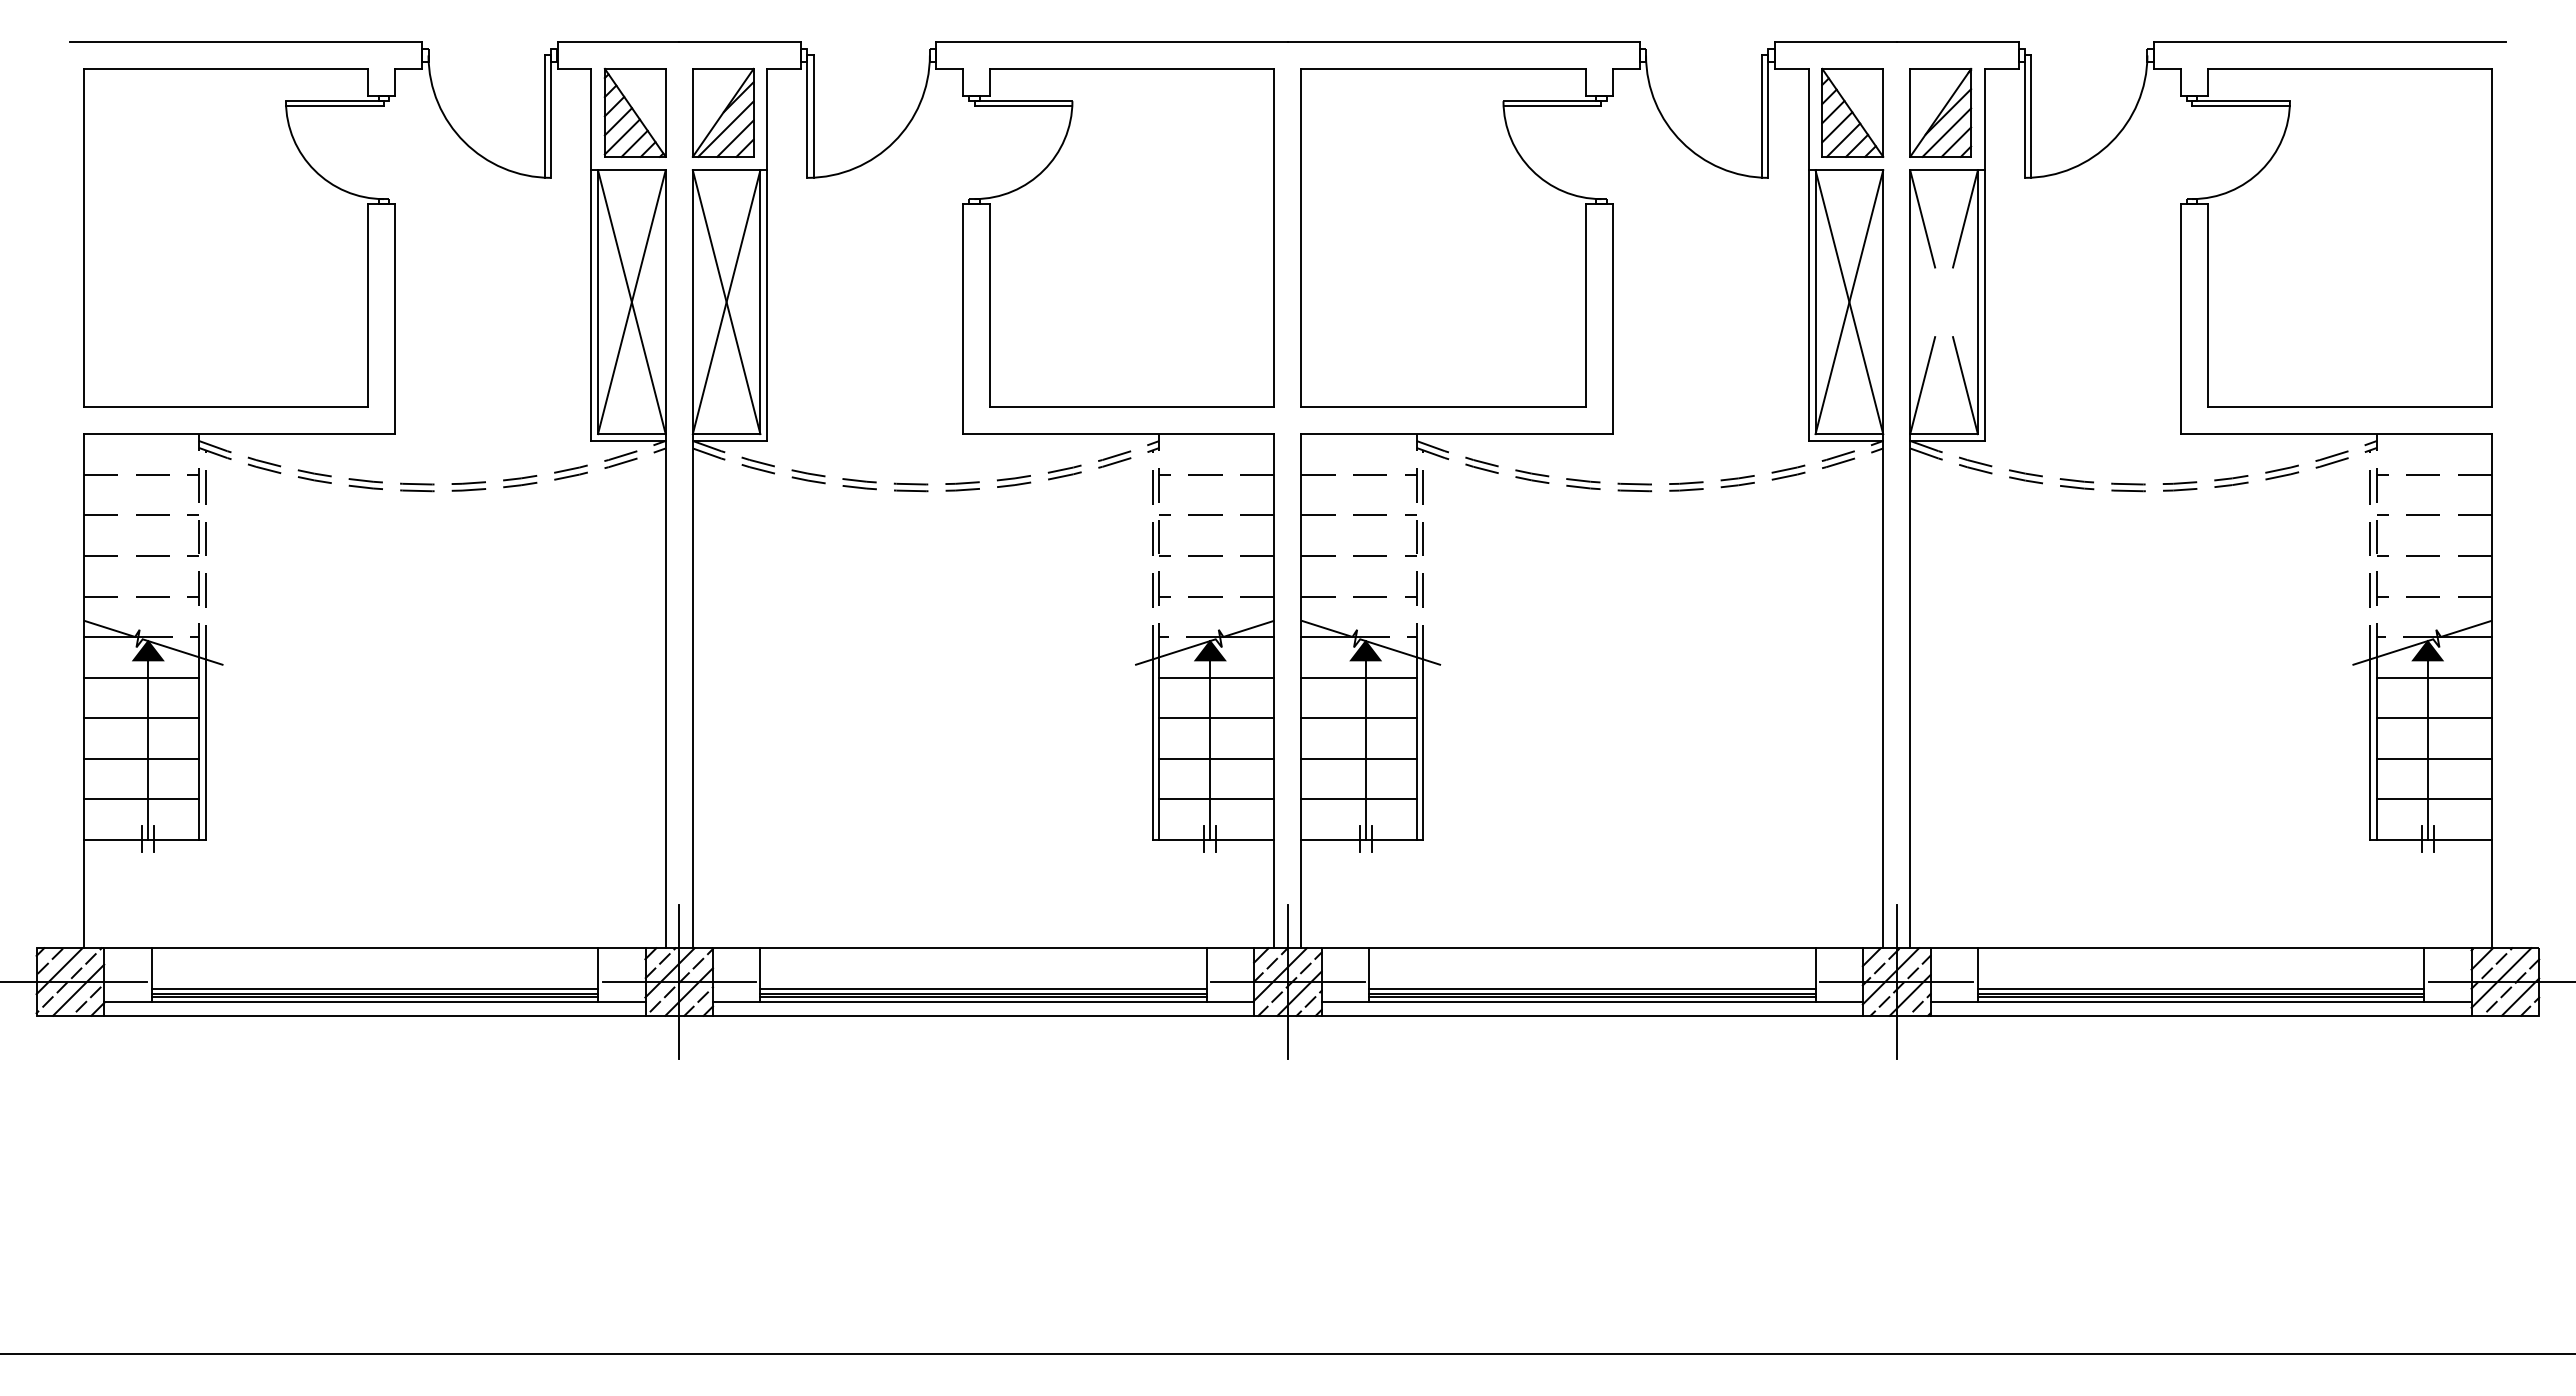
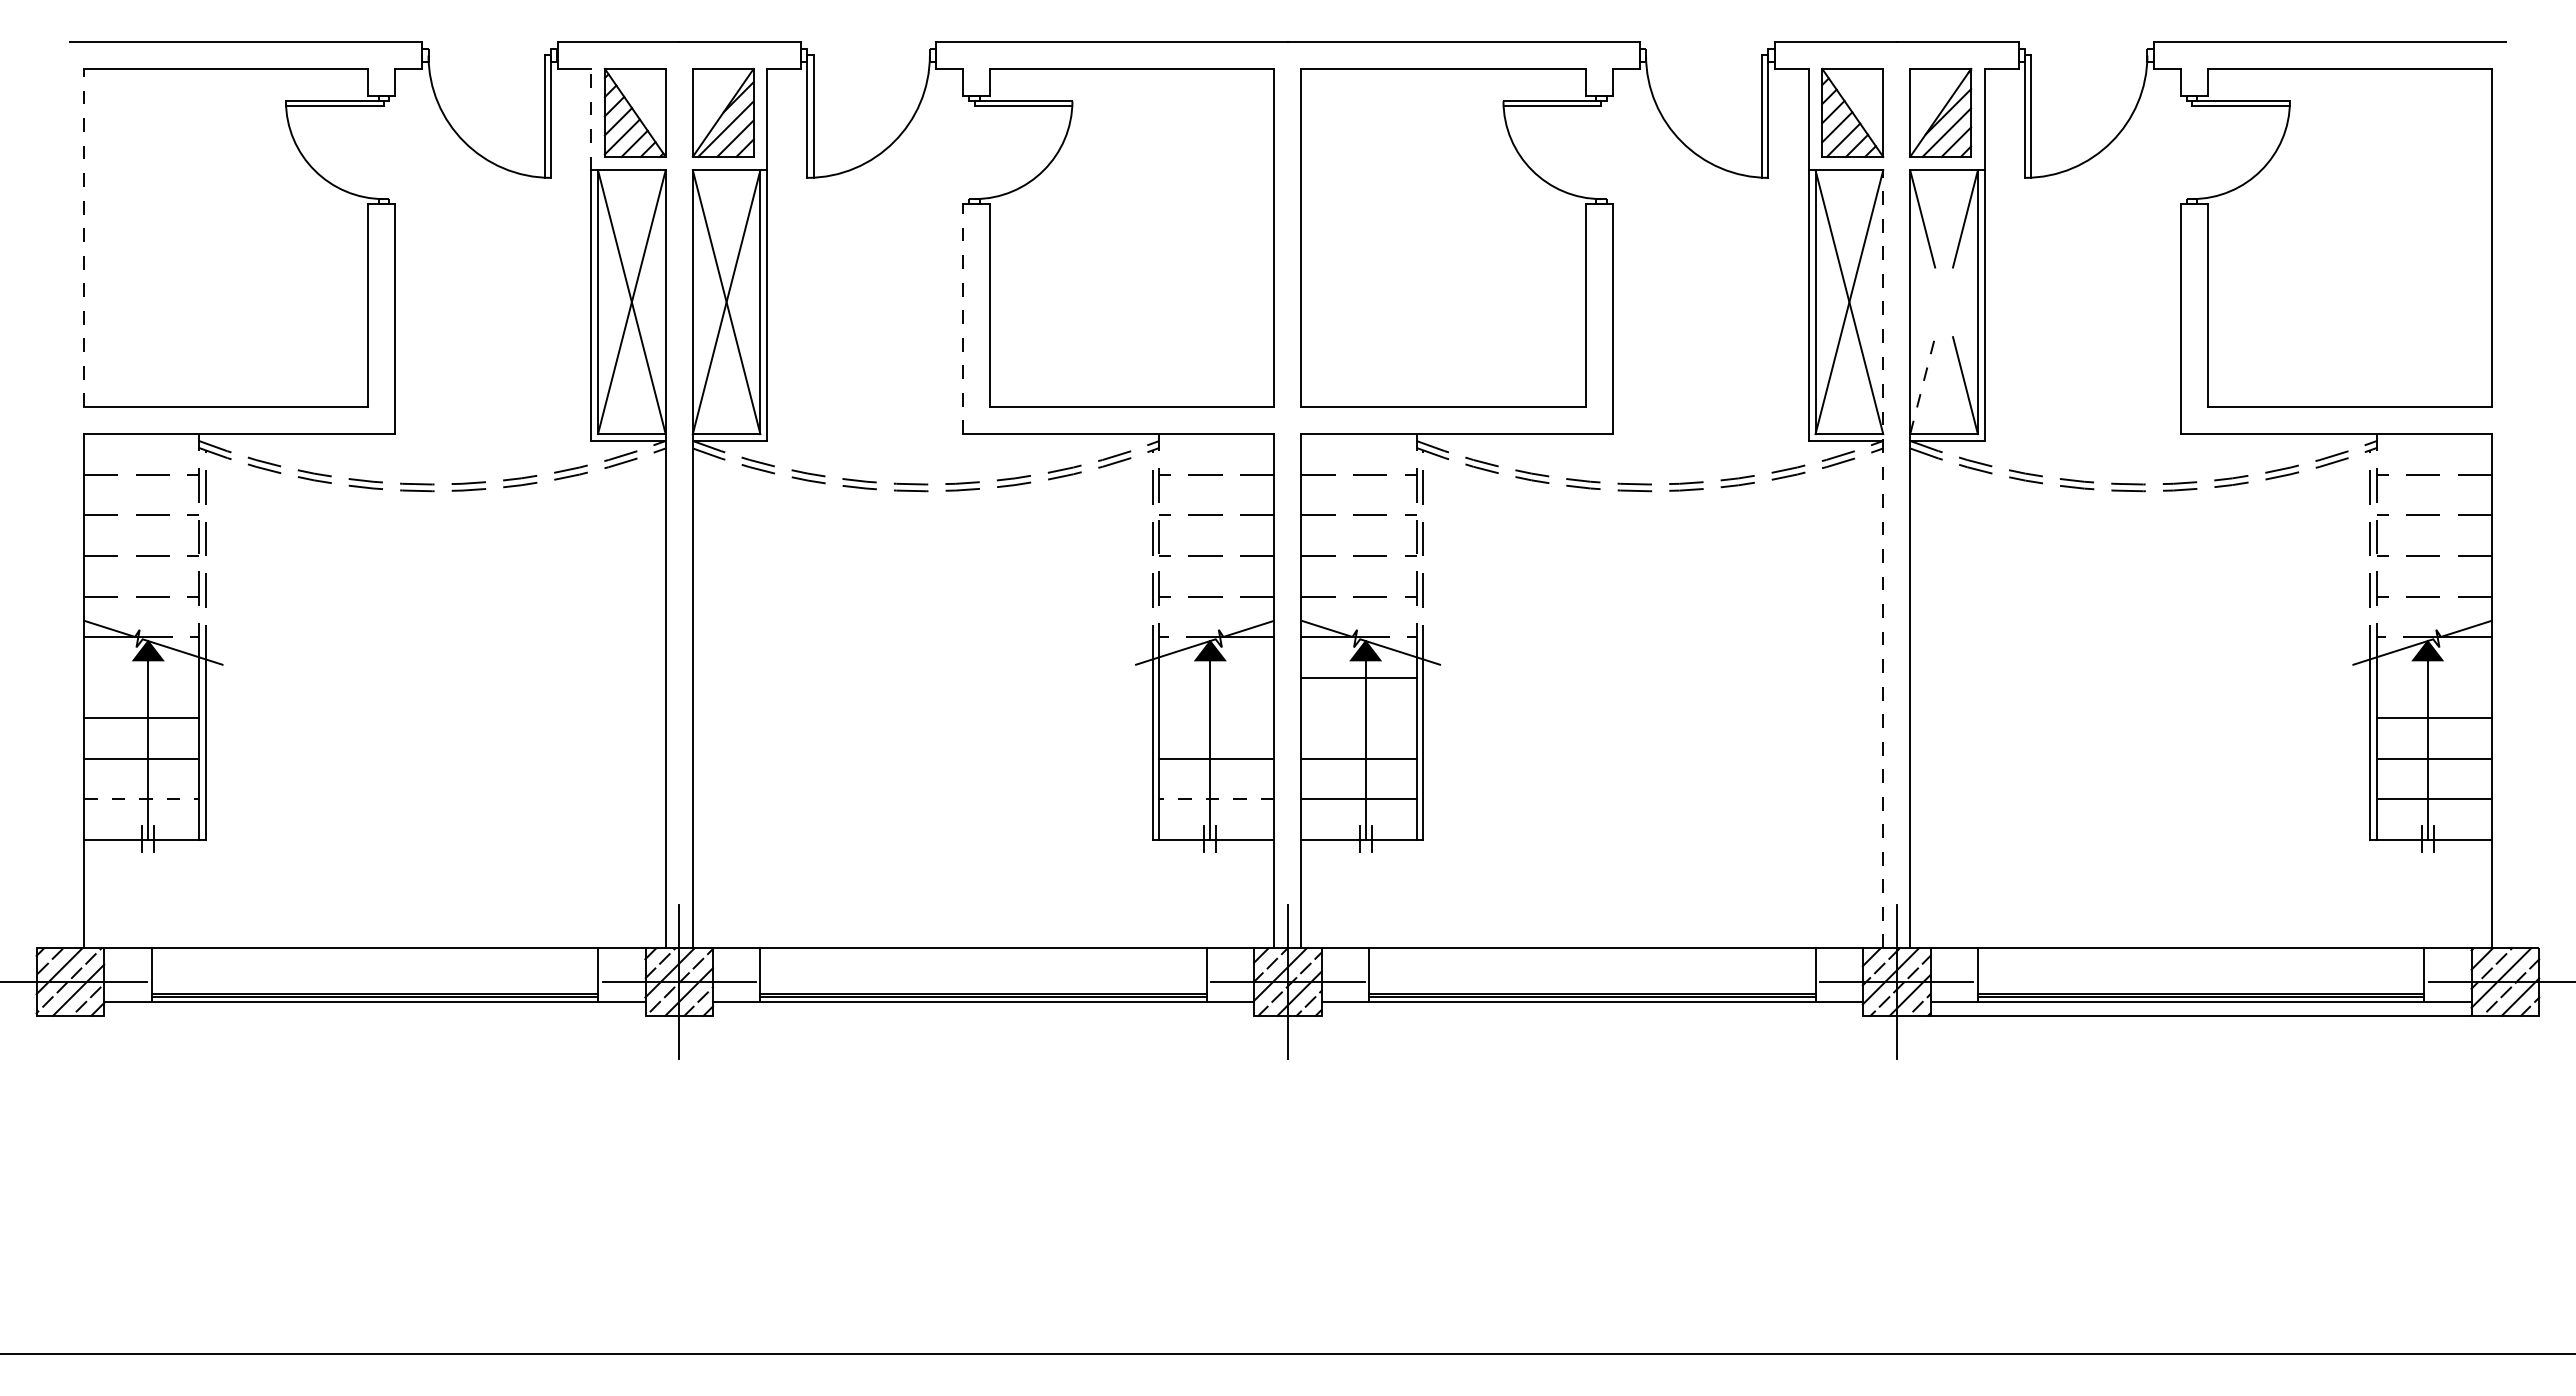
line at (591, 119): solid -> dashed
line at (84, 237): solid -> dashed
line at (963, 319): solid -> dashed
line at (1922, 385): solid -> dashed
line at (1883, 559): solid -> dashed
line at (141, 677): present -> none
line at (1216, 677): present -> none
line at (2434, 677): present -> none
line at (1216, 718): present -> none
line at (1358, 718): present -> none
line at (142, 799): solid -> dashed
line at (1216, 799): solid -> dashed
line at (374, 988): present -> none
line at (983, 988): present -> none
line at (1592, 988): present -> none
line at (2200, 988): present -> none
line at (374, 1015): present -> none
line at (983, 1015): present -> none
line at (1591, 1015): present -> none
